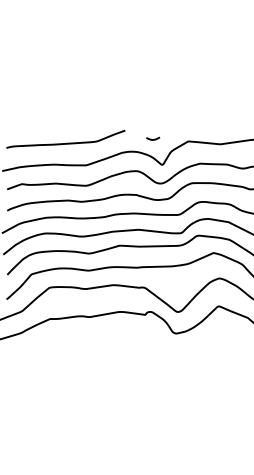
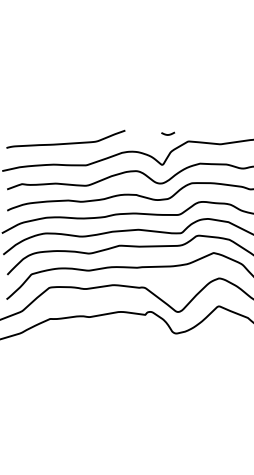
curve at (154, 138) position: (154, 138) -> (169, 133)
